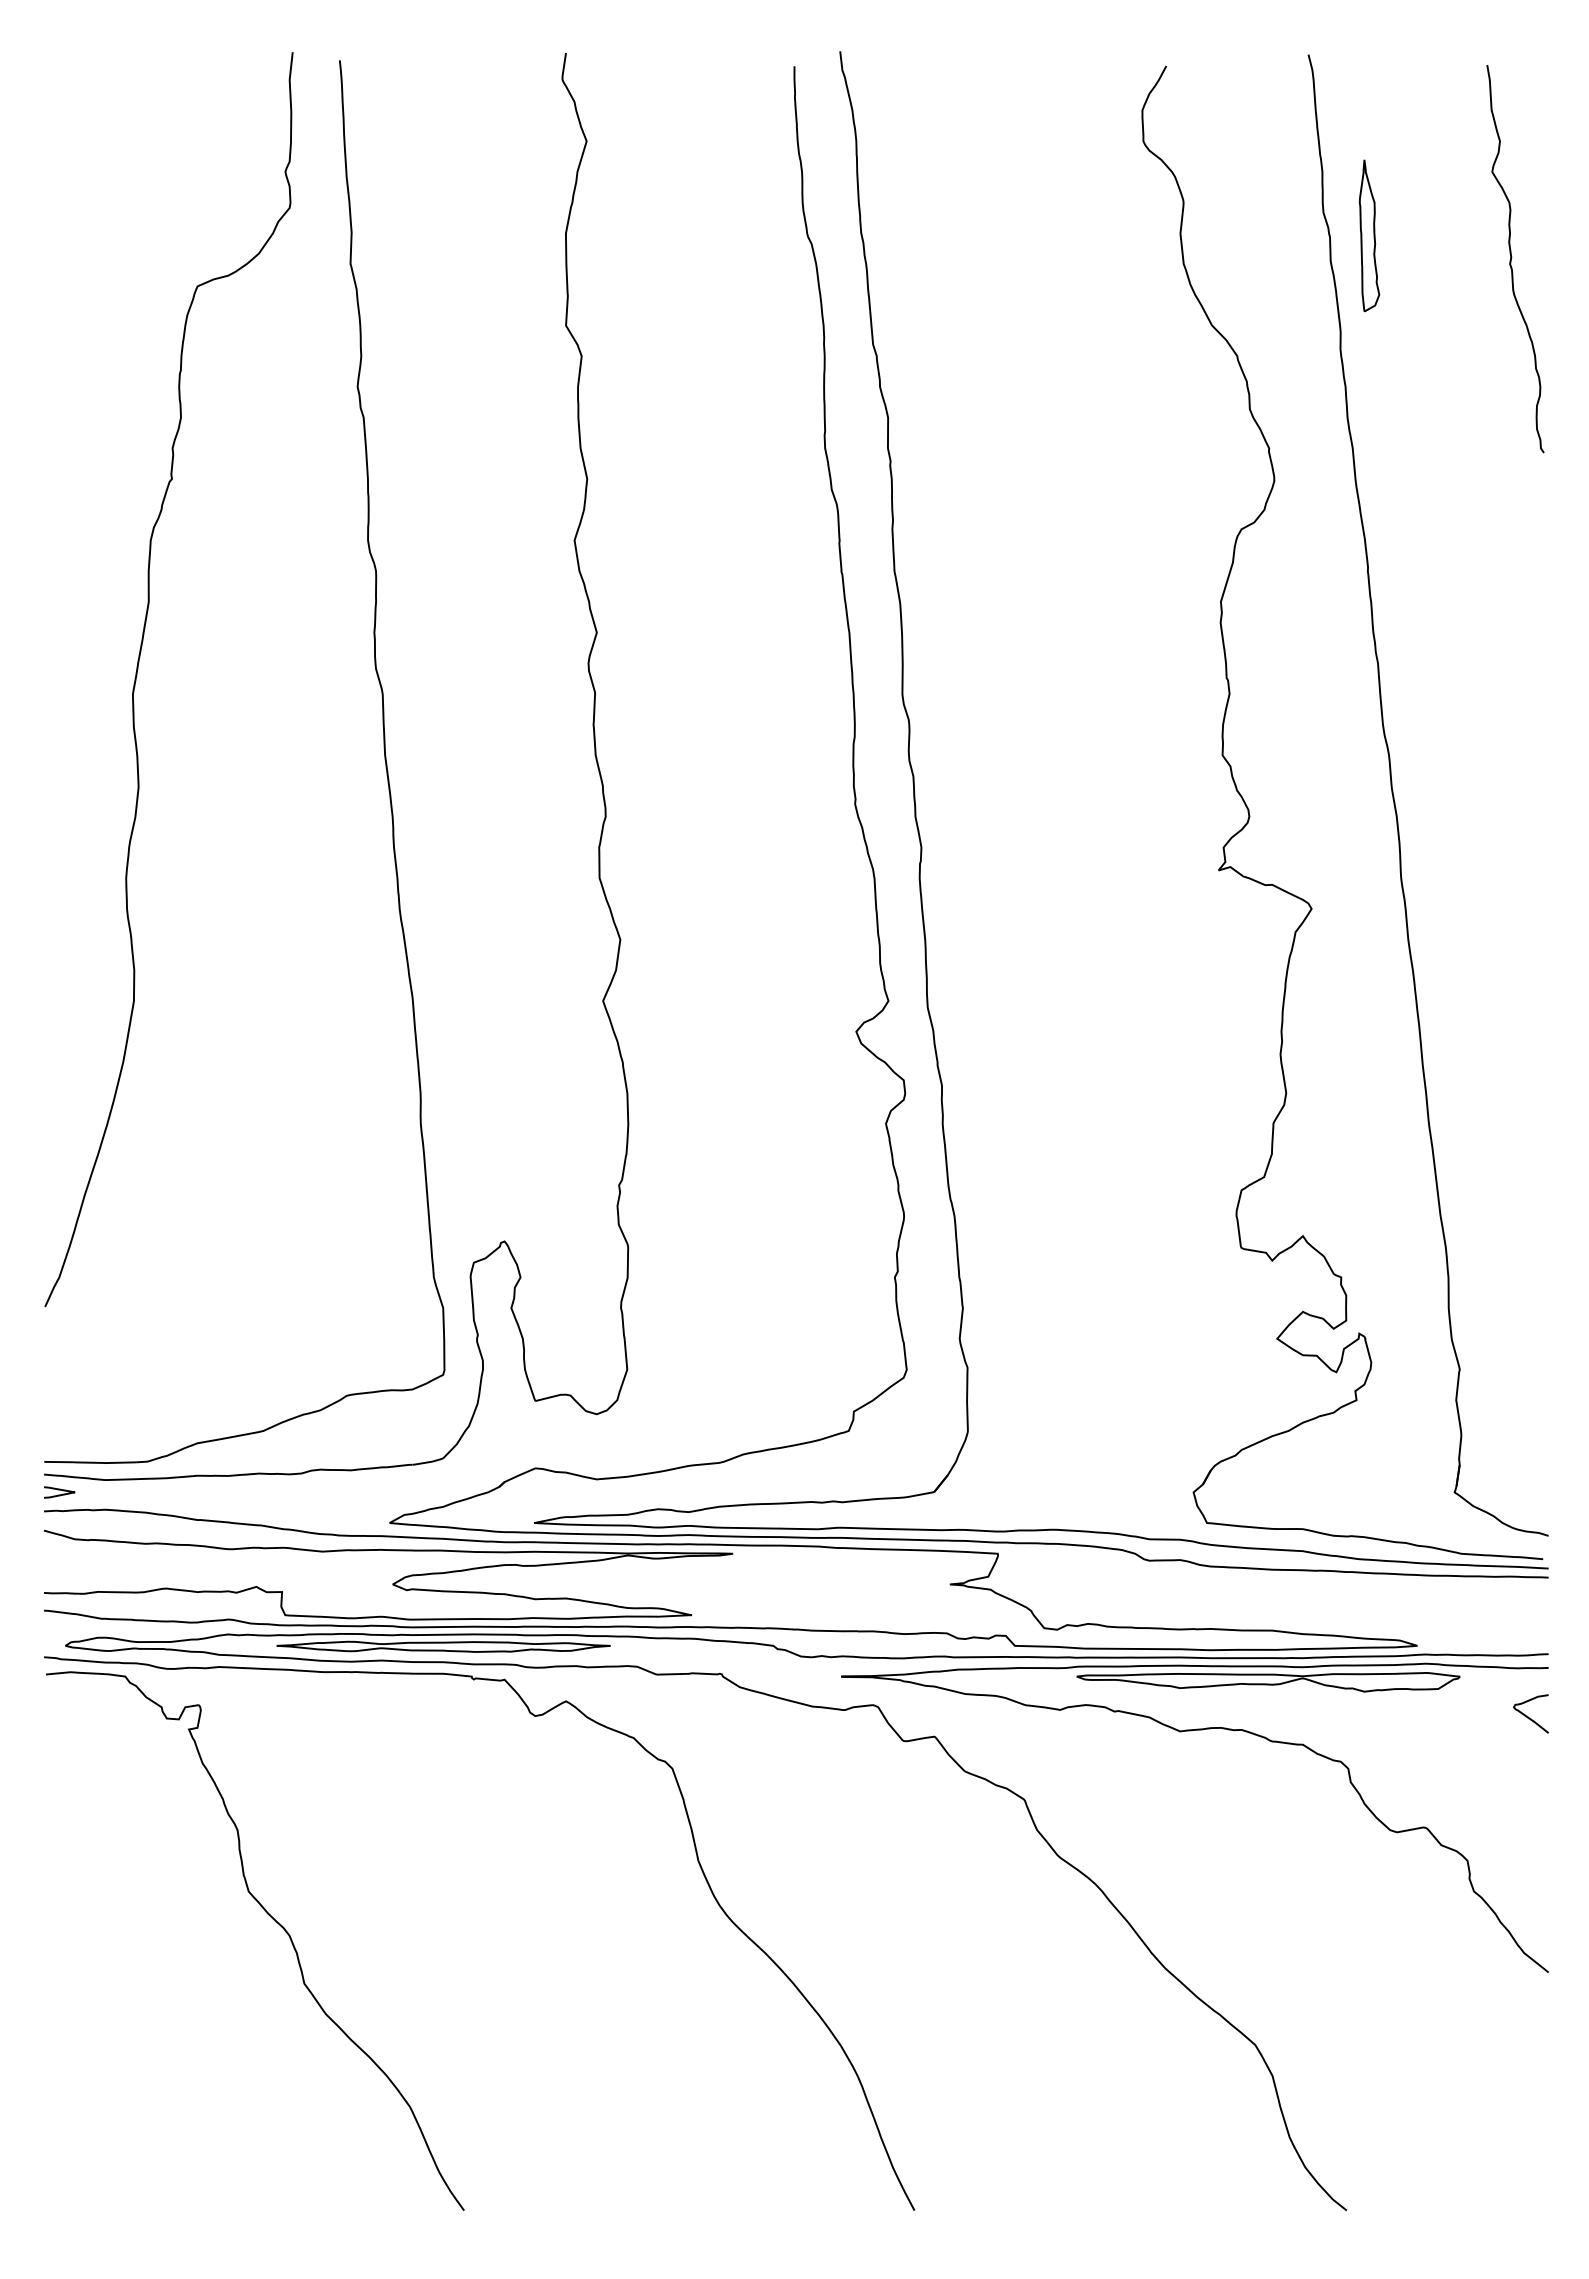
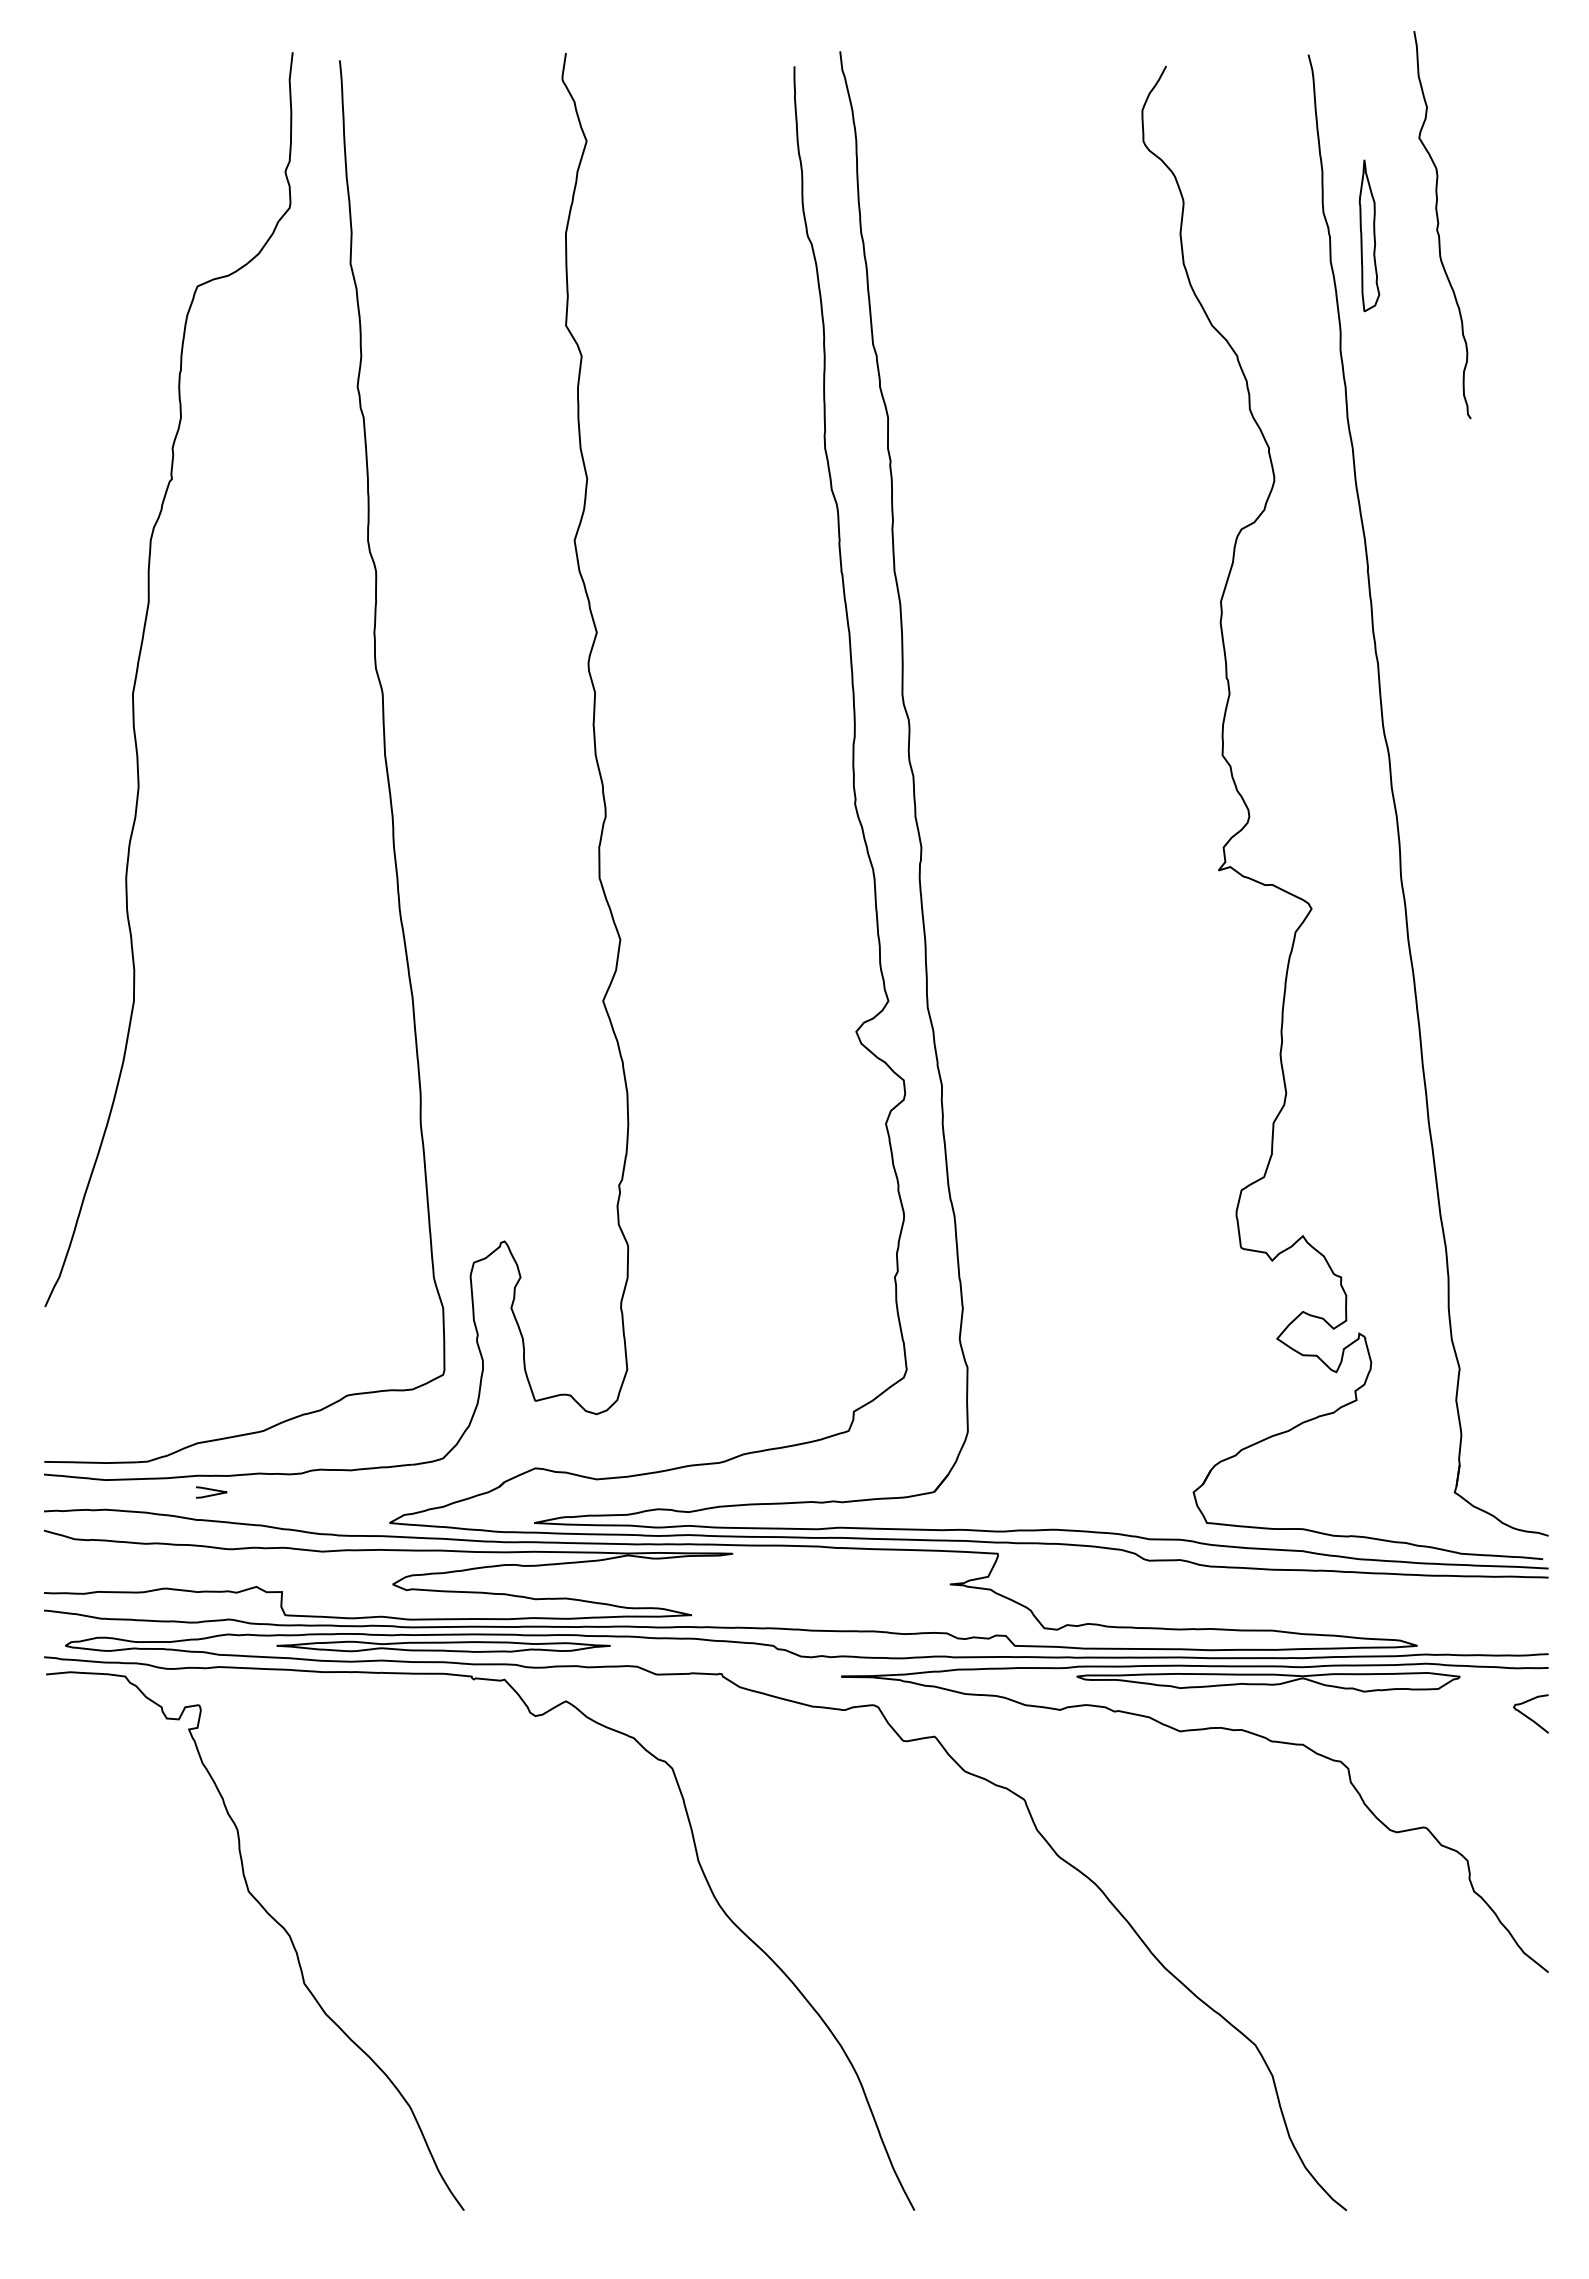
curve at (1512, 257) position: (1512, 257) -> (1439, 223)
curve at (59, 1490) position: (59, 1490) -> (211, 1490)
